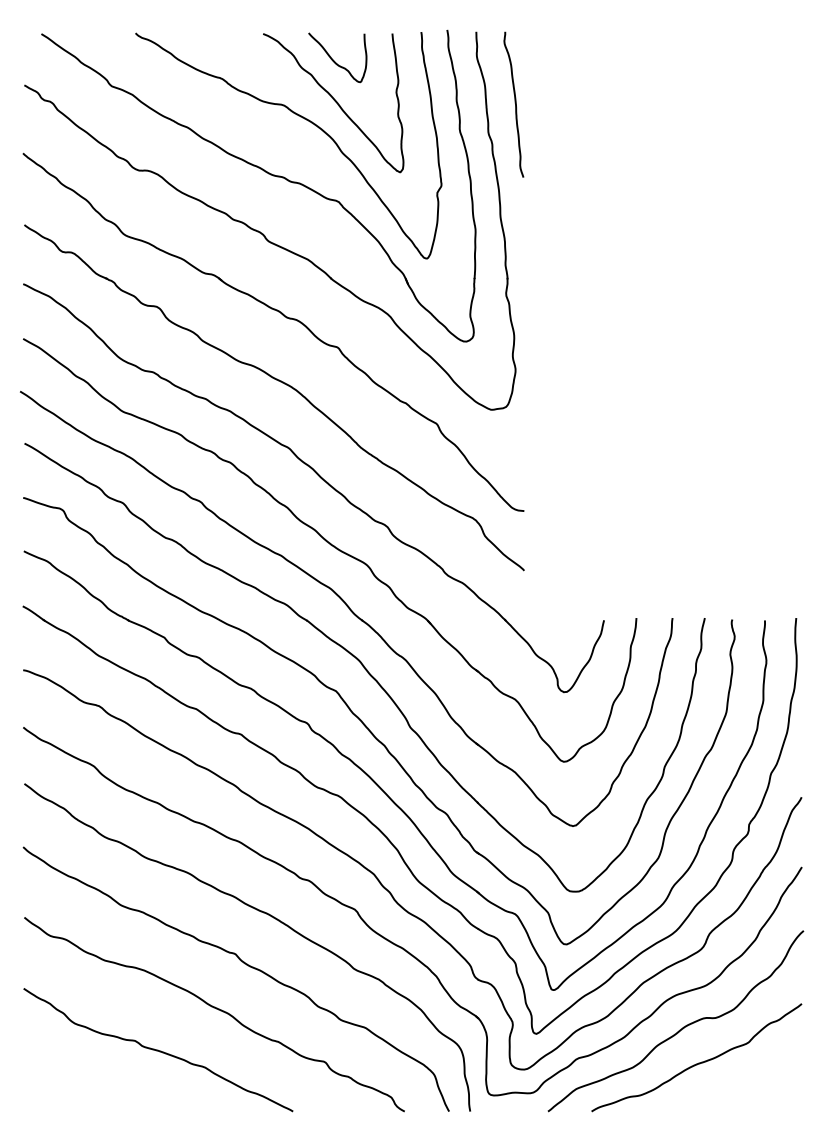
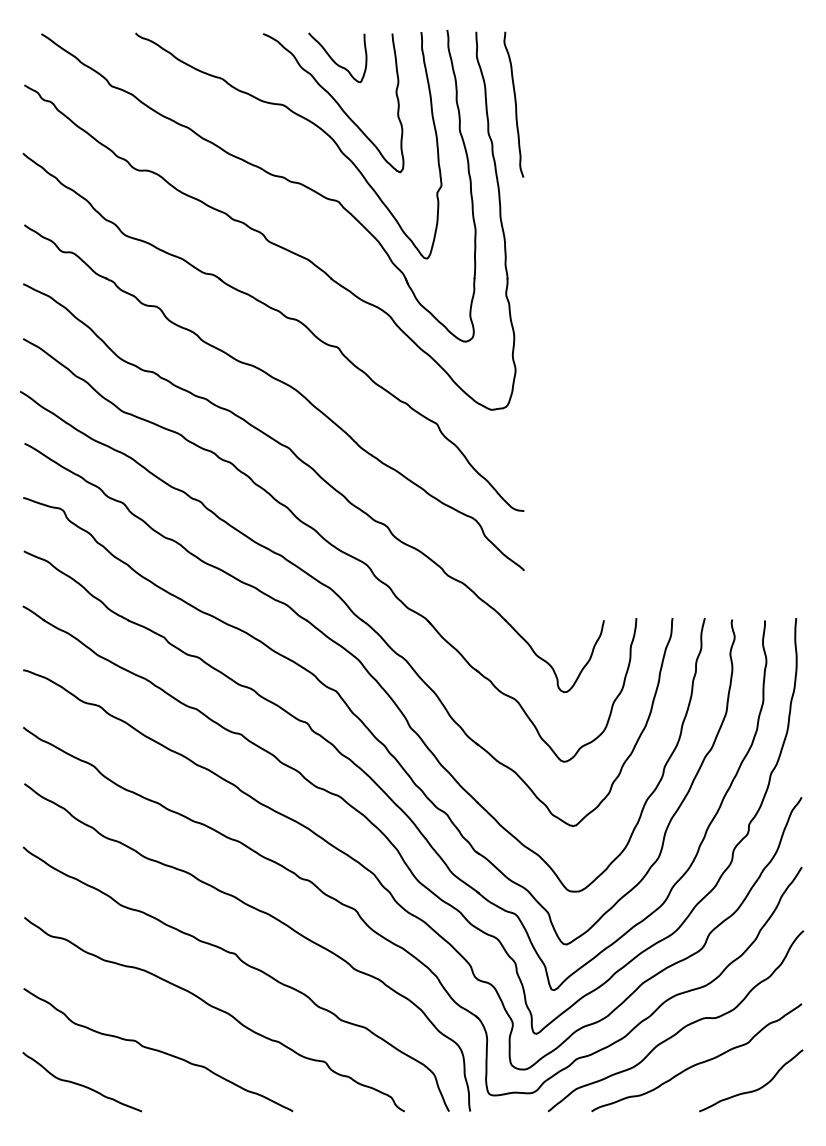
curve at (82, 1084): none -> present
curve at (755, 1089): none -> present
